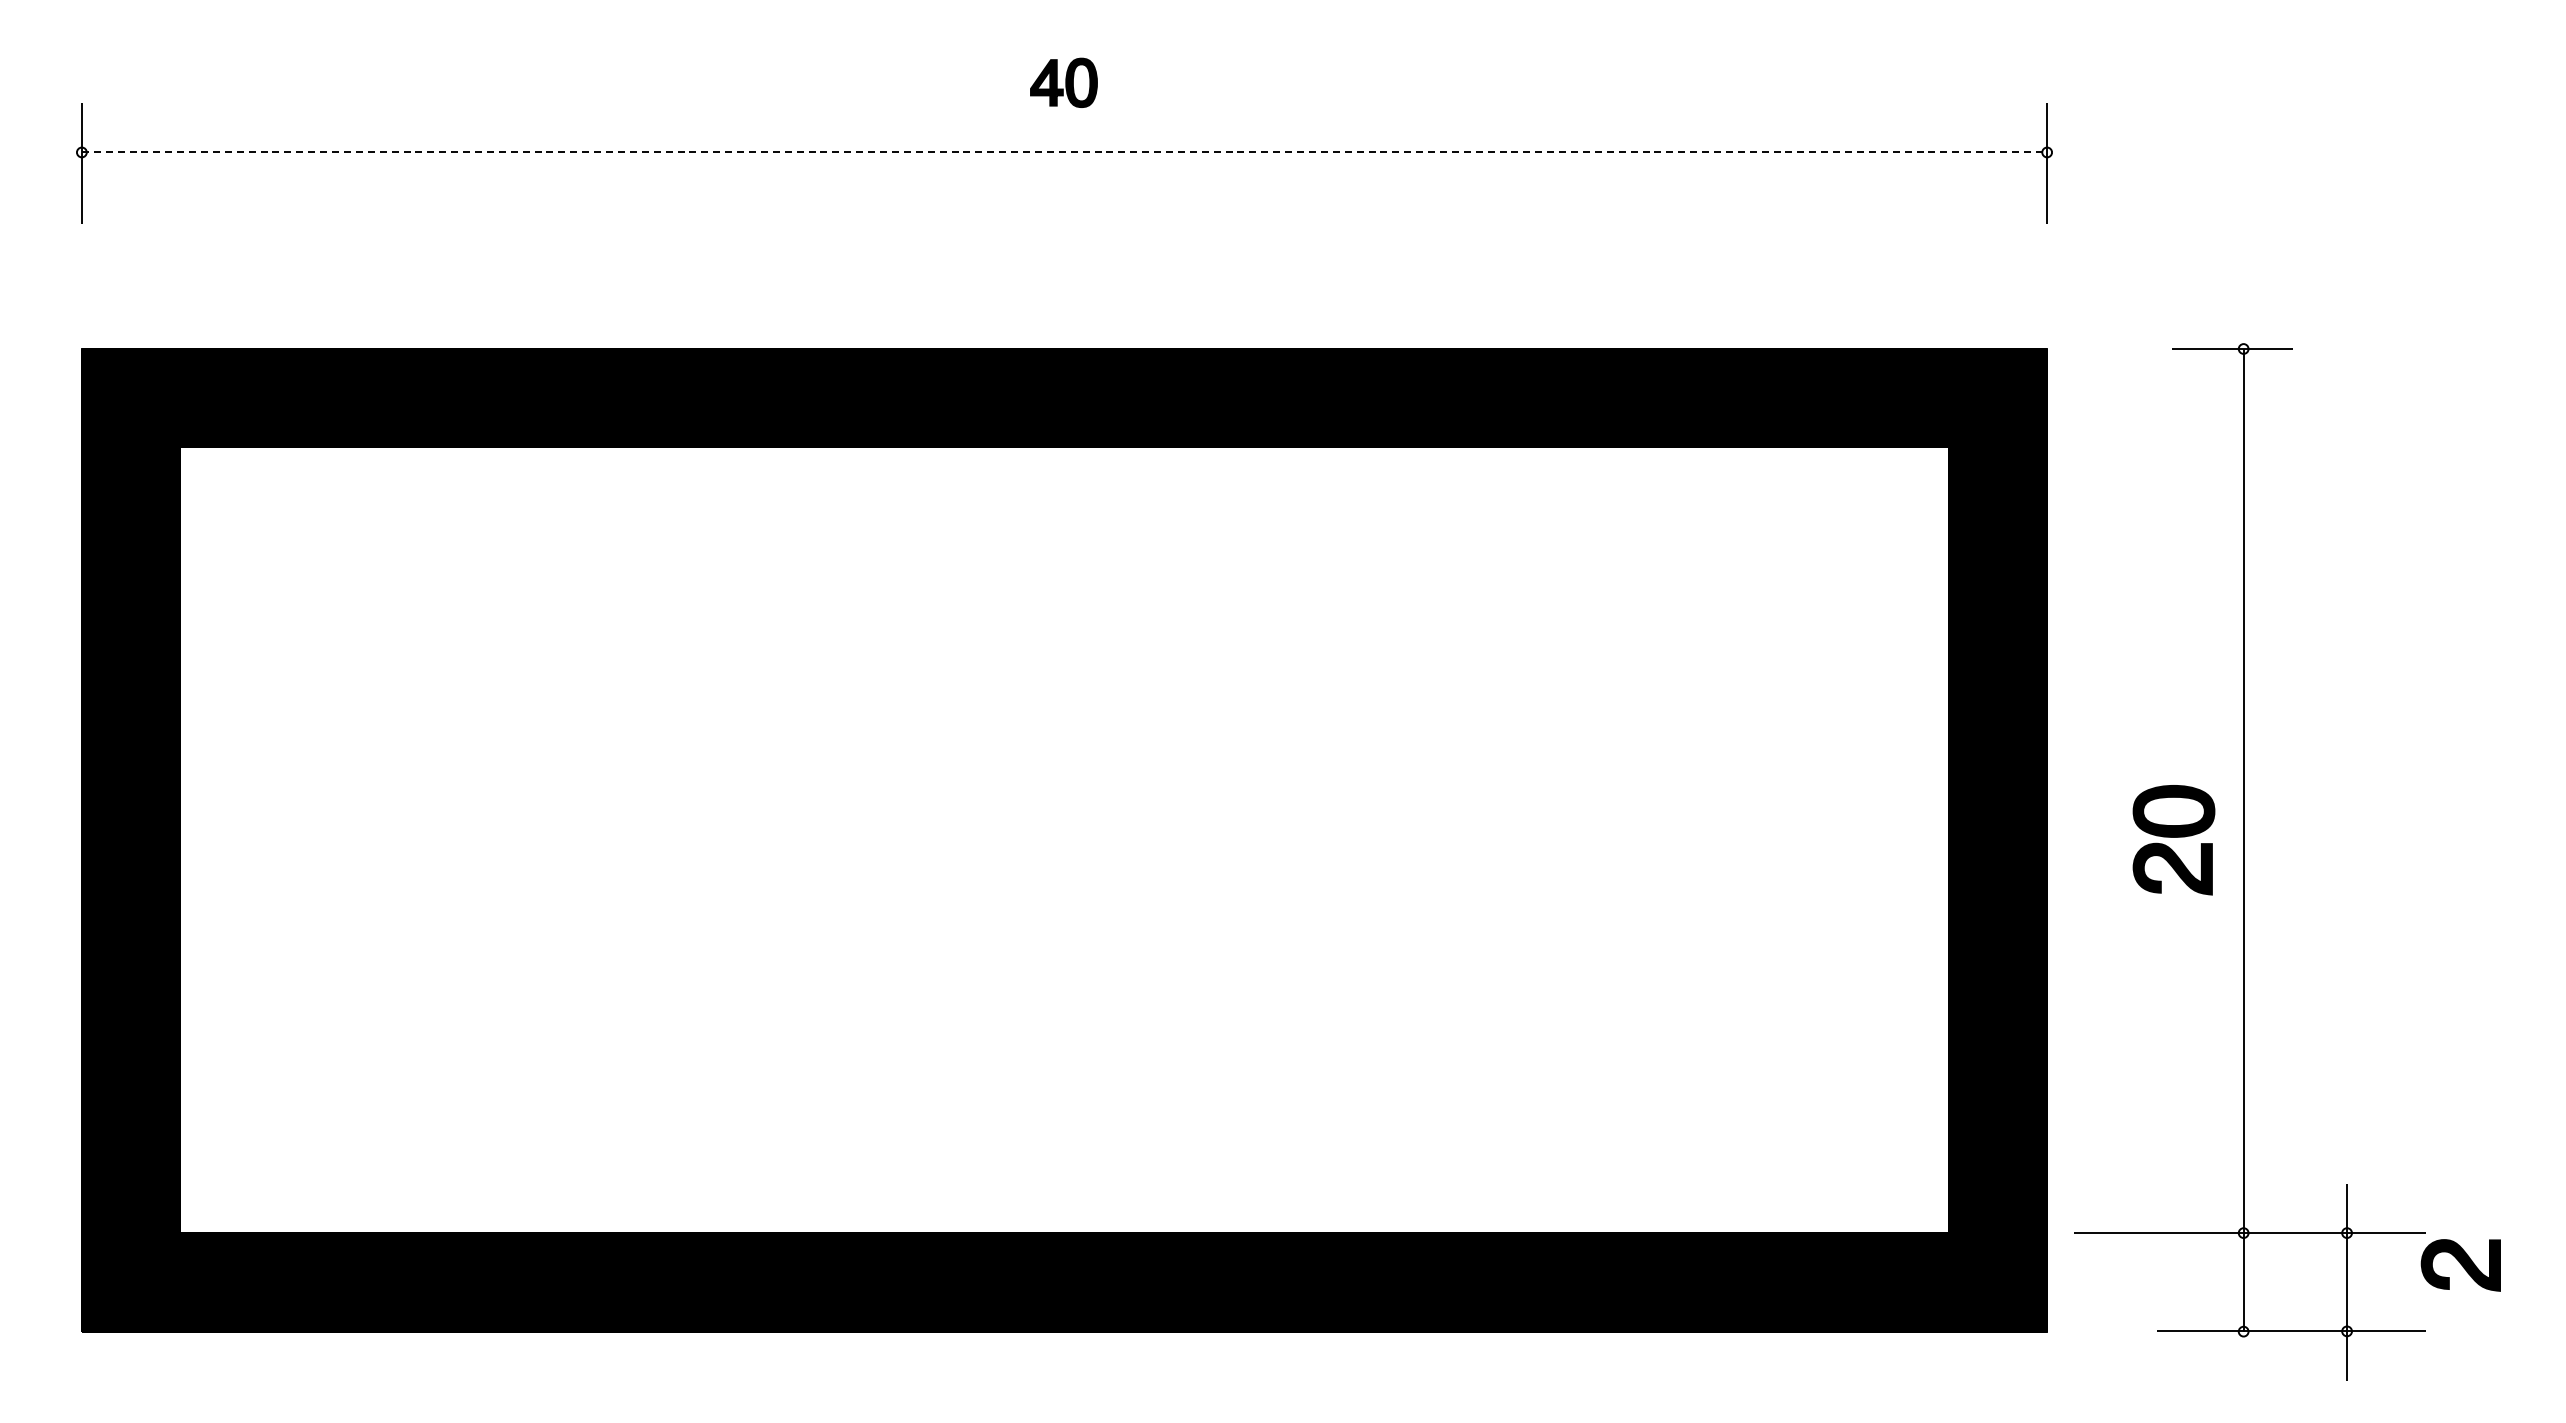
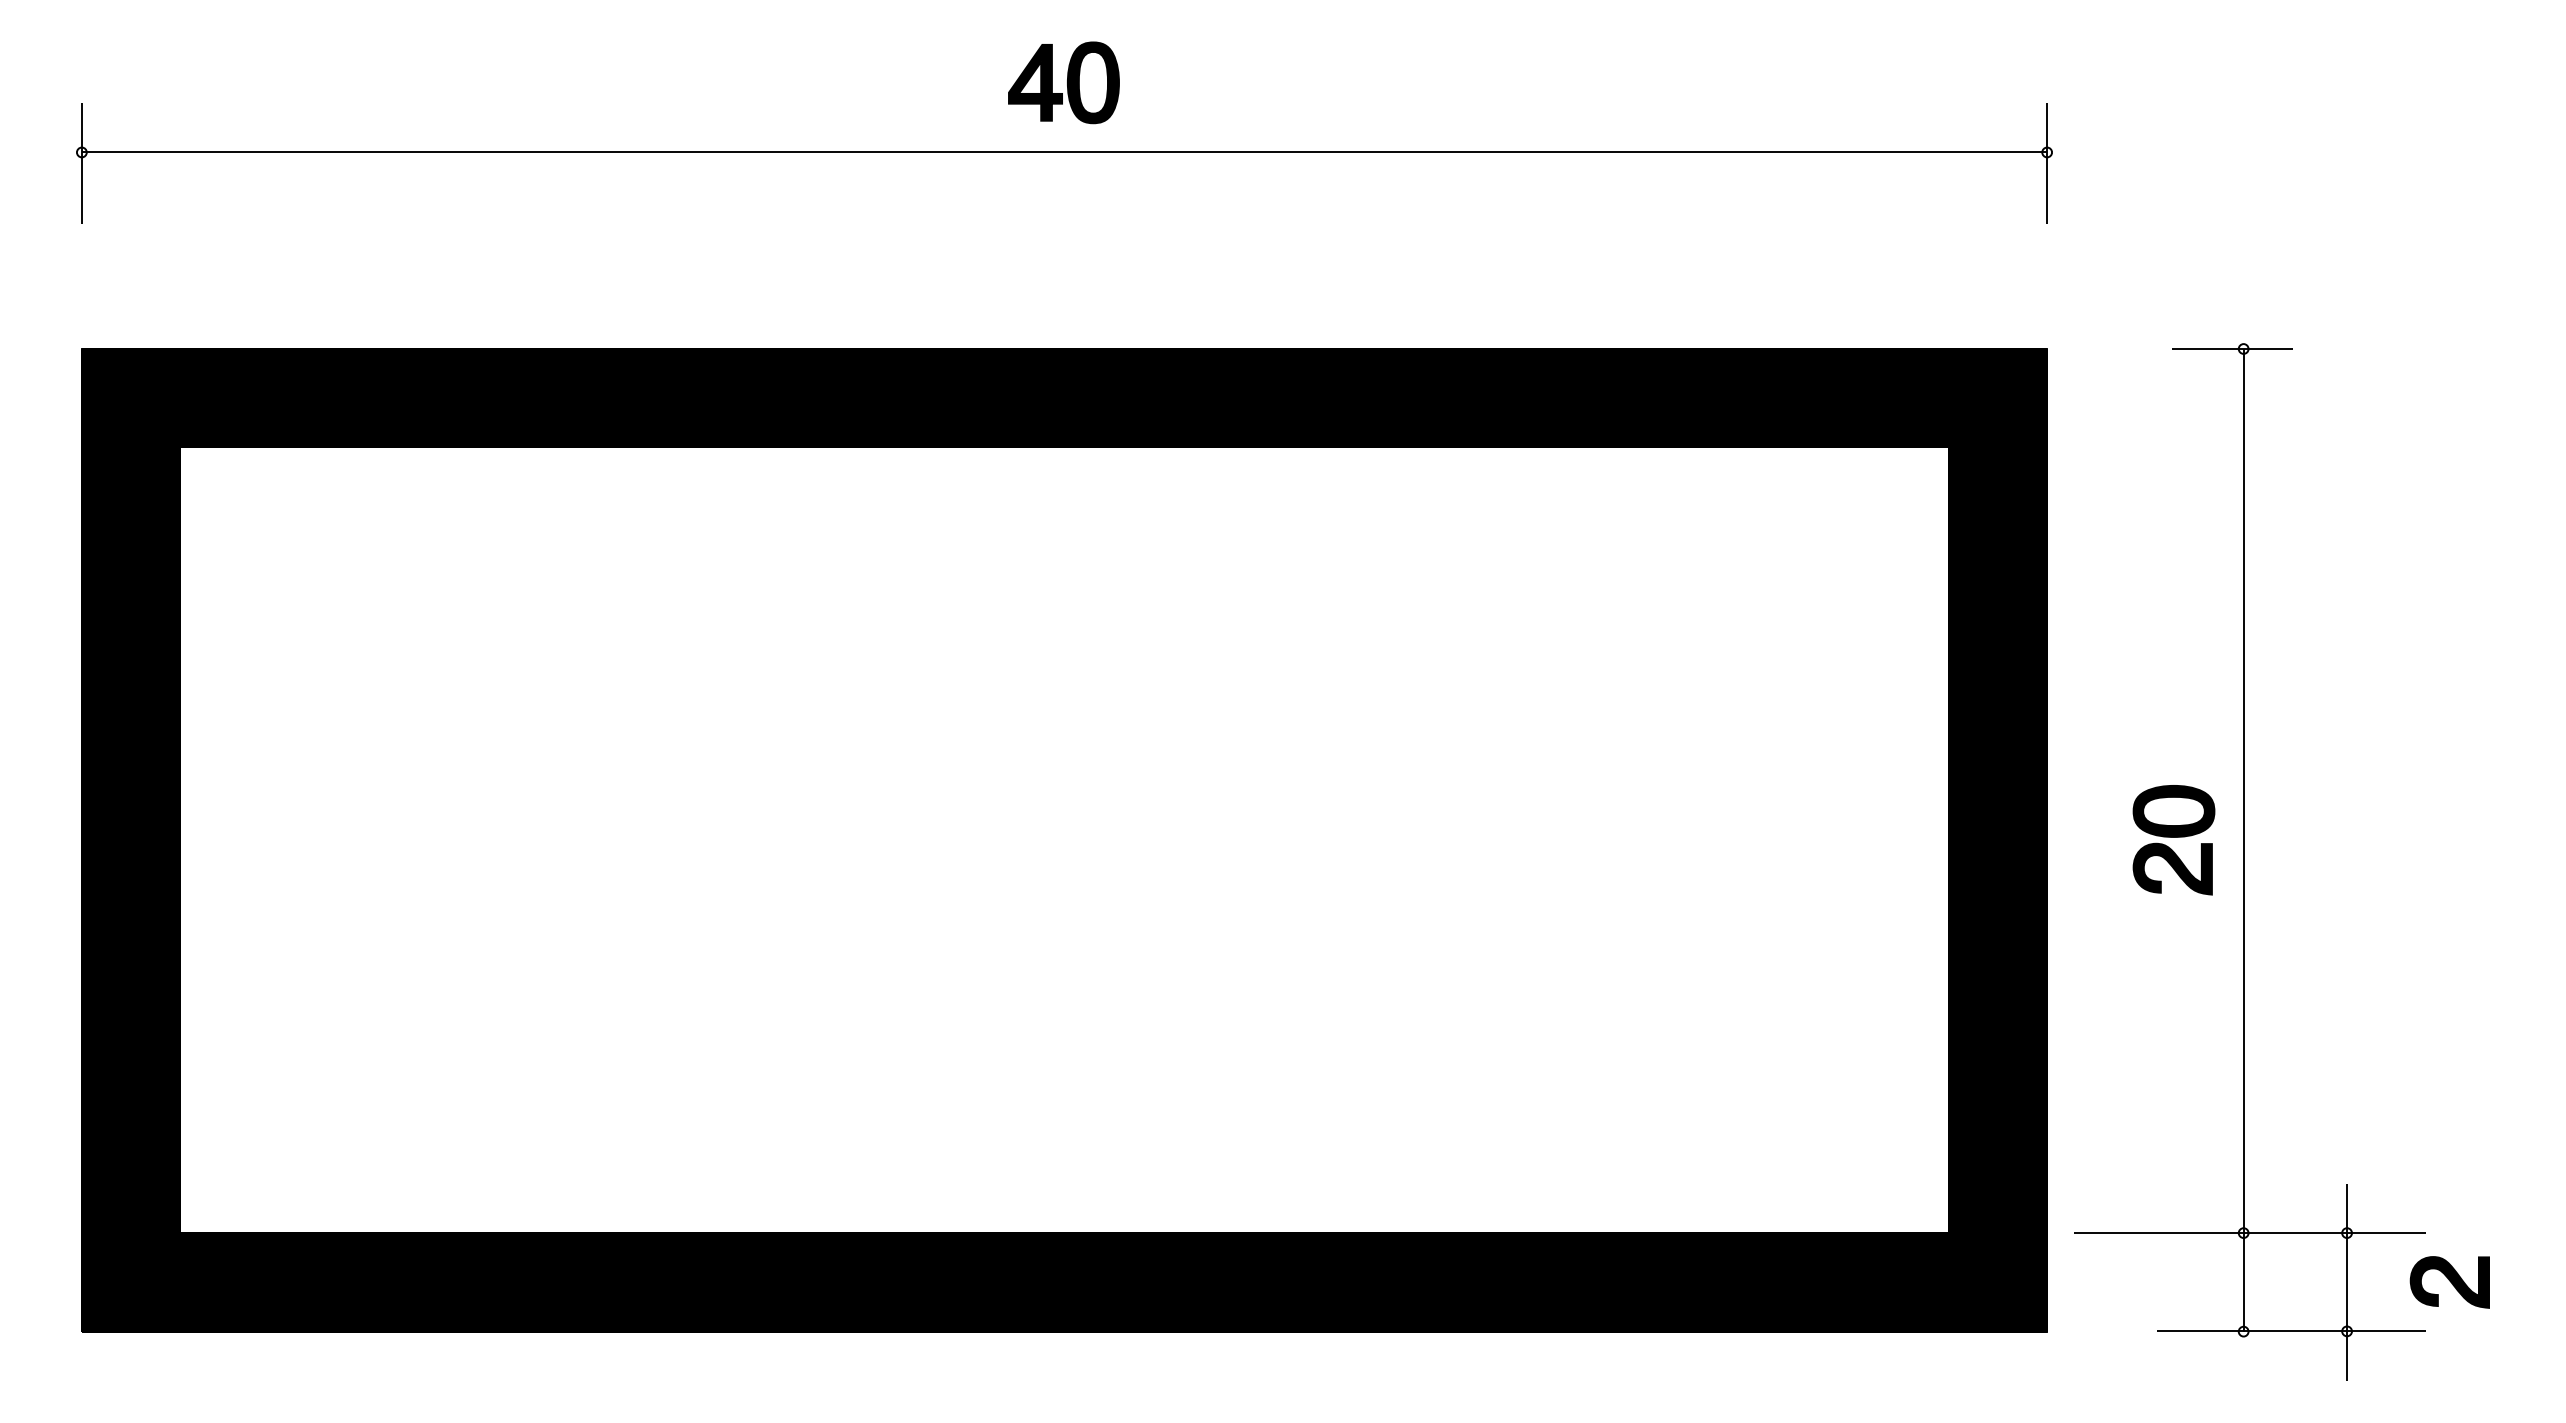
part at (1063, 82) size: 68x51 px -> 112x84 px
line at (1064, 152): dashed -> solid
part at (2460, 1265) position: (2460, 1265) -> (2449, 1282)
